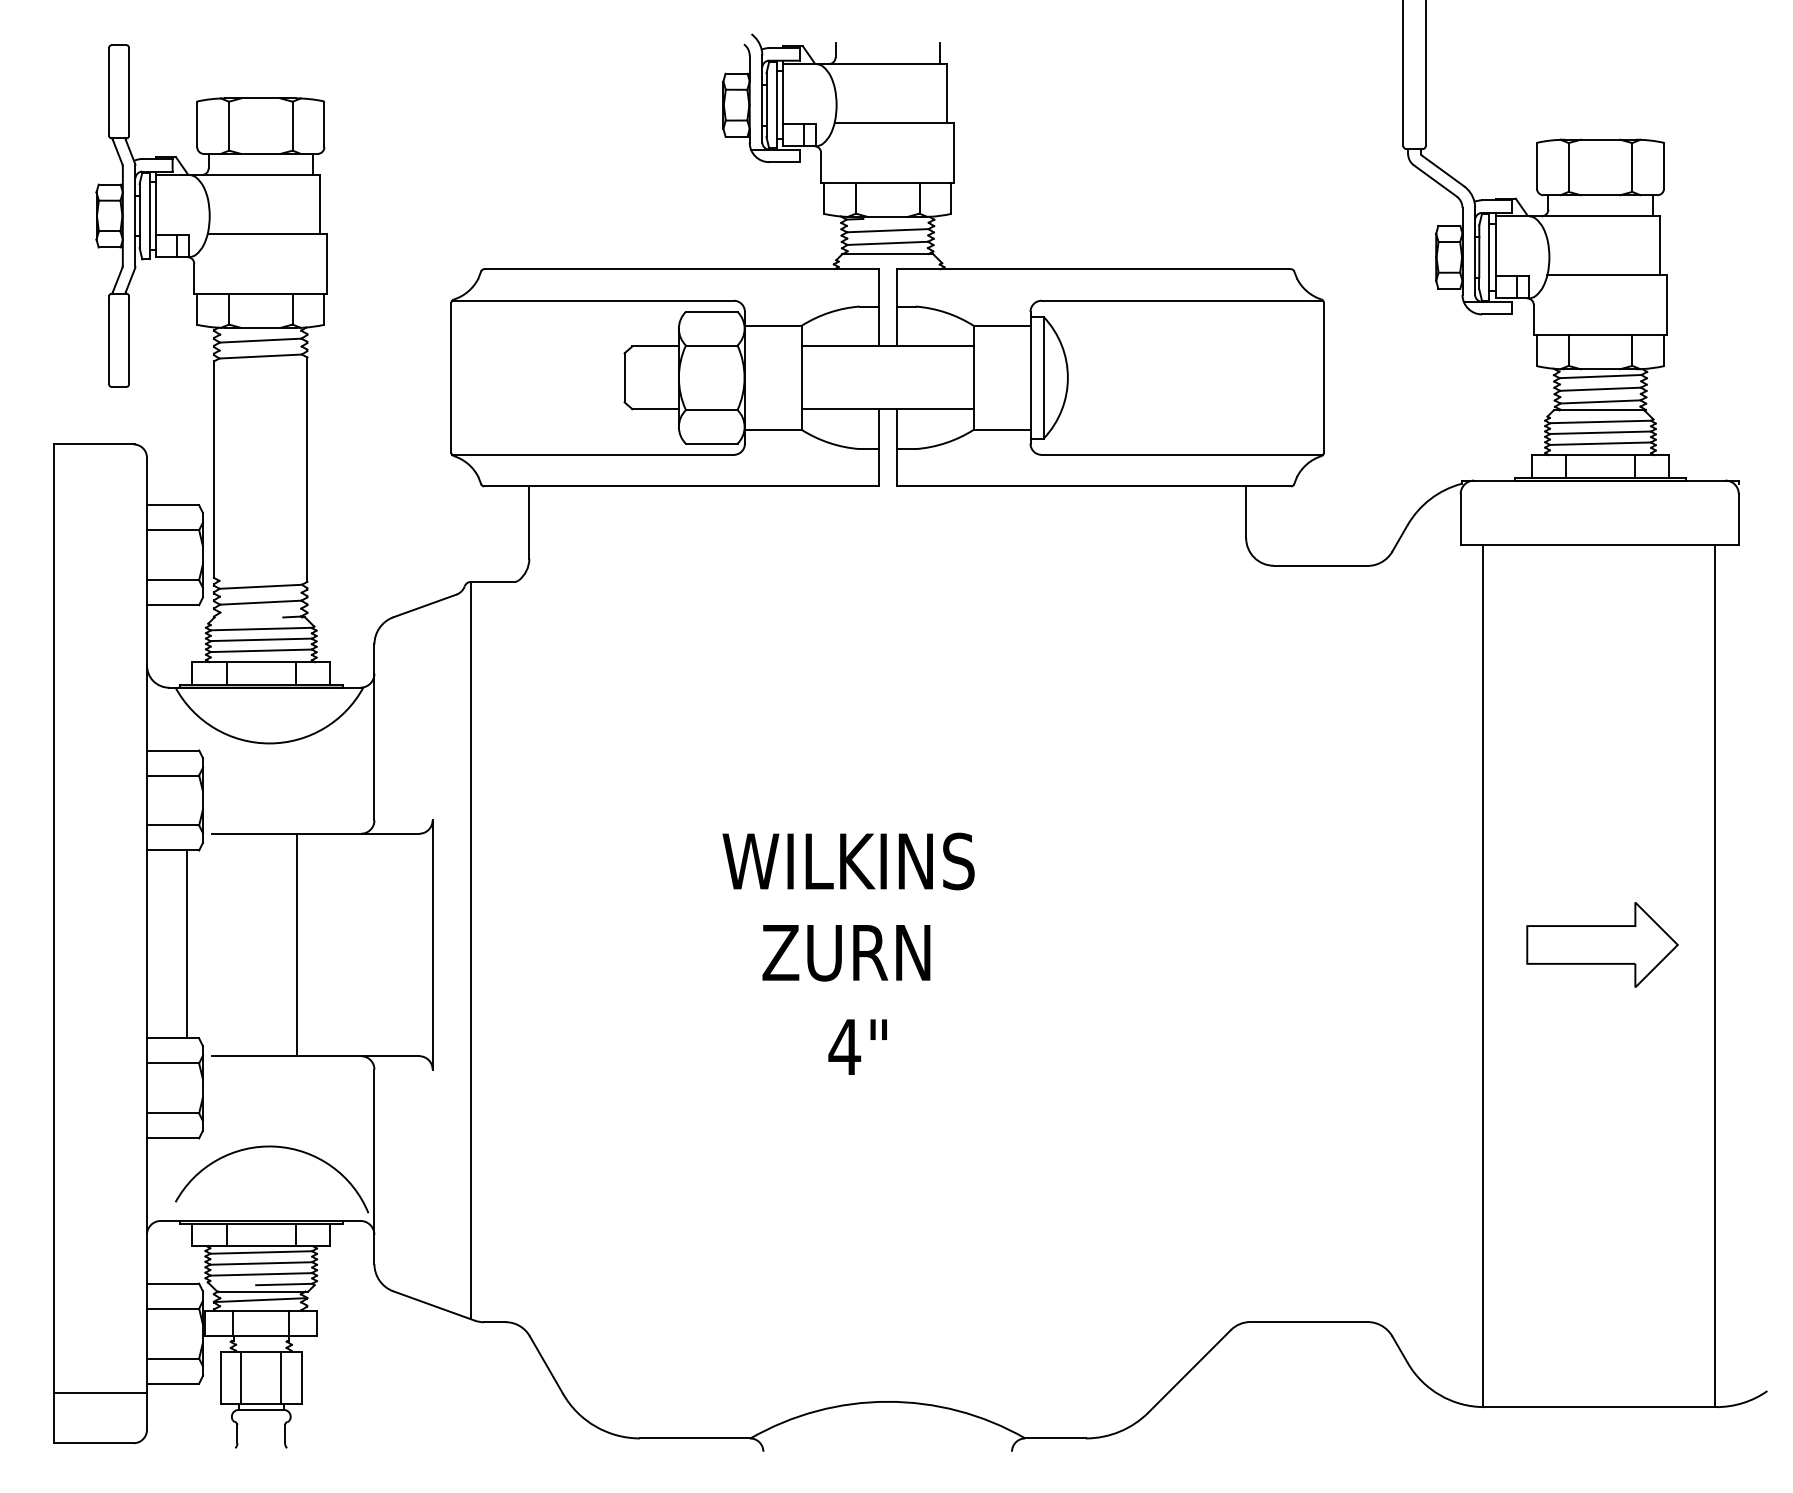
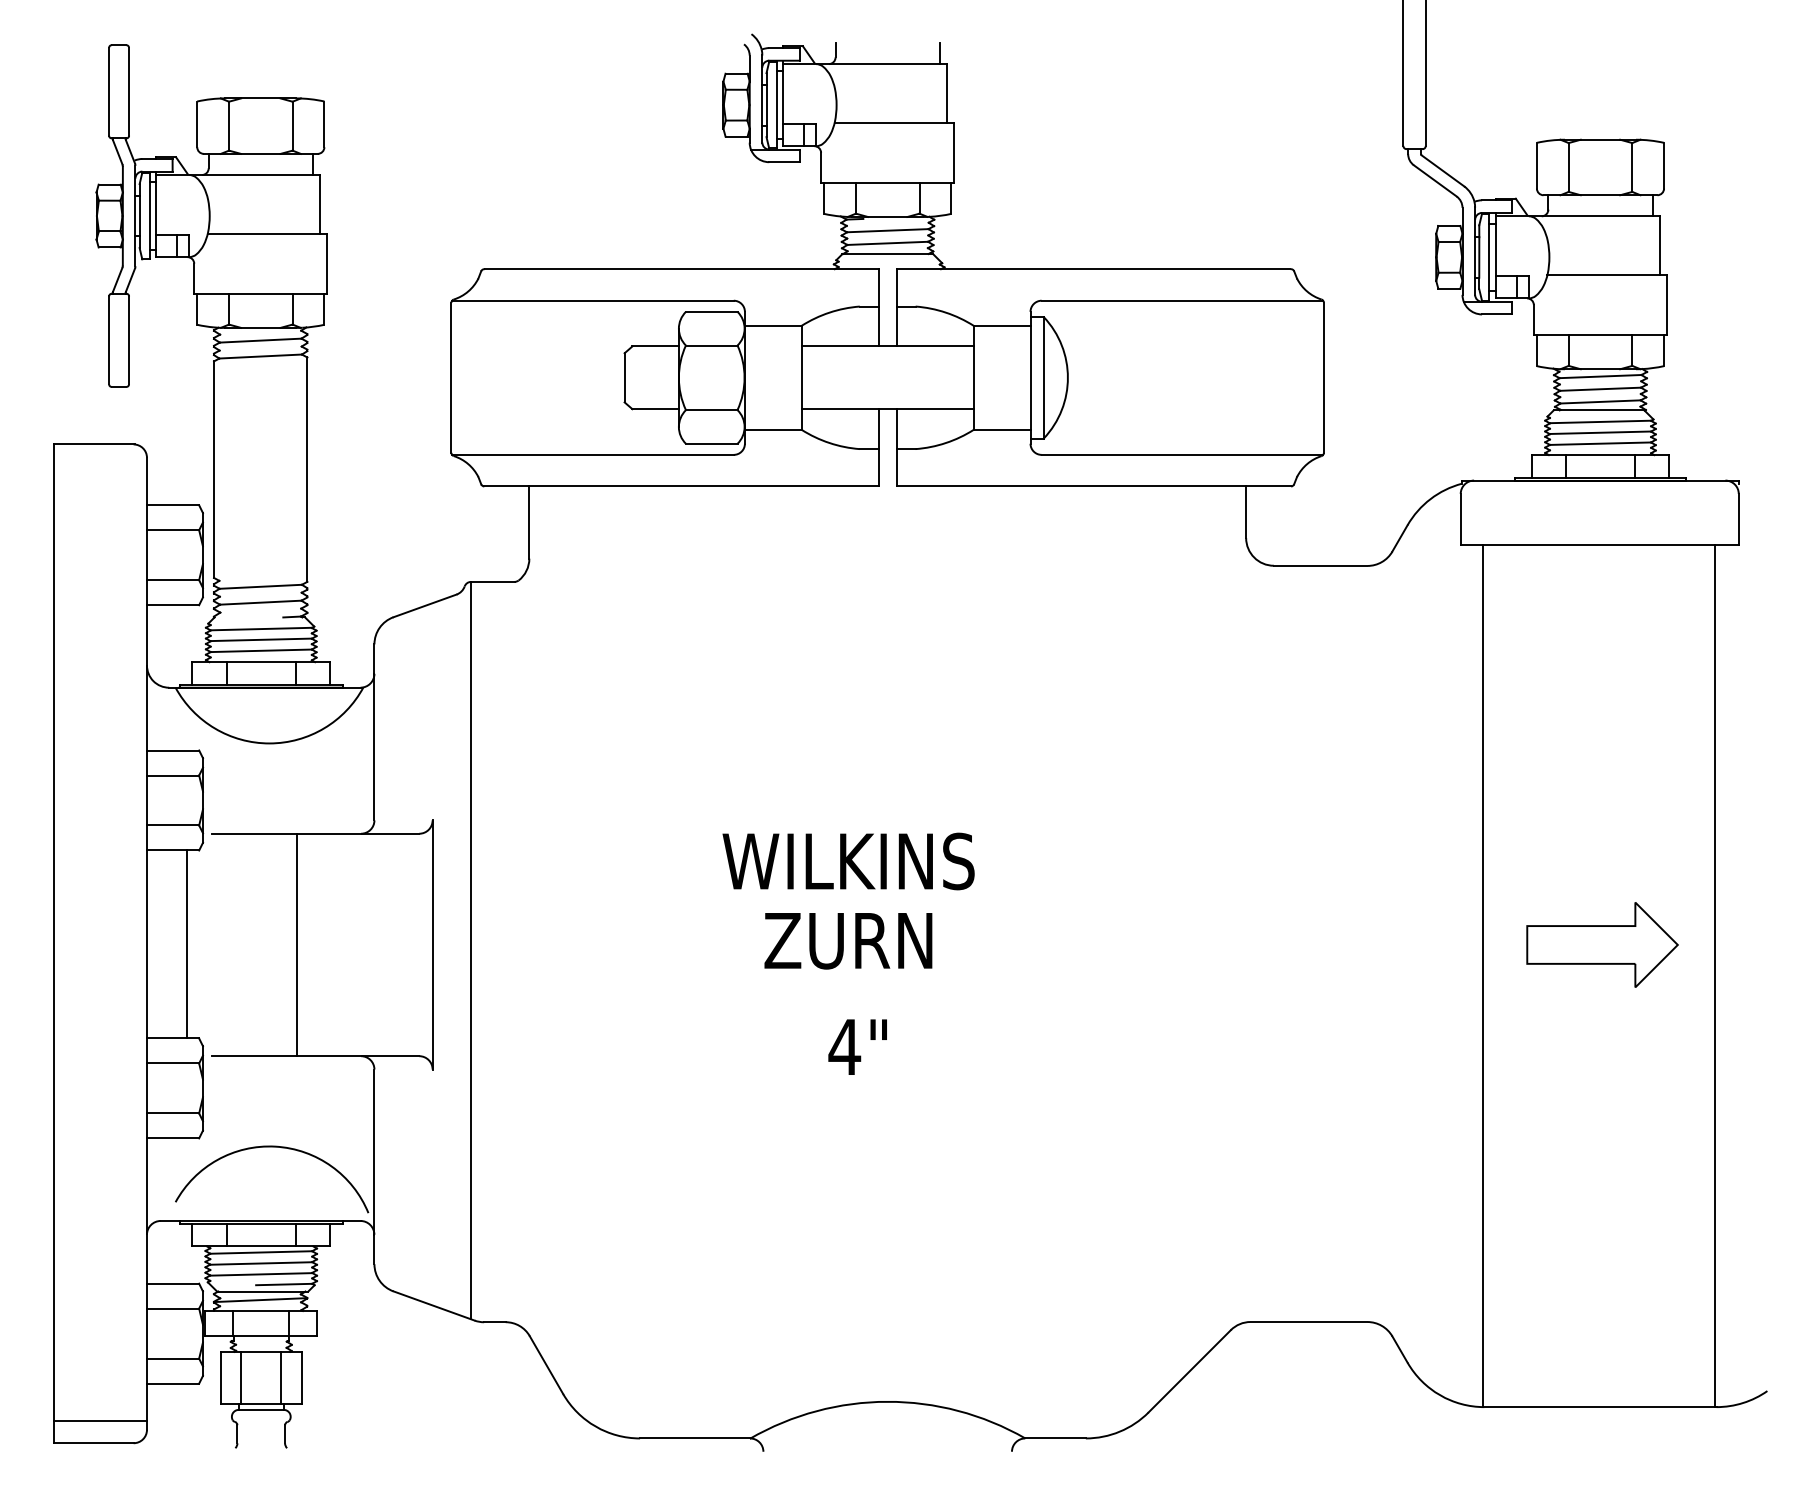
text at (846, 953) position: (846, 953) -> (848, 941)
line at (100, 1393) position: (100, 1393) -> (100, 1421)
